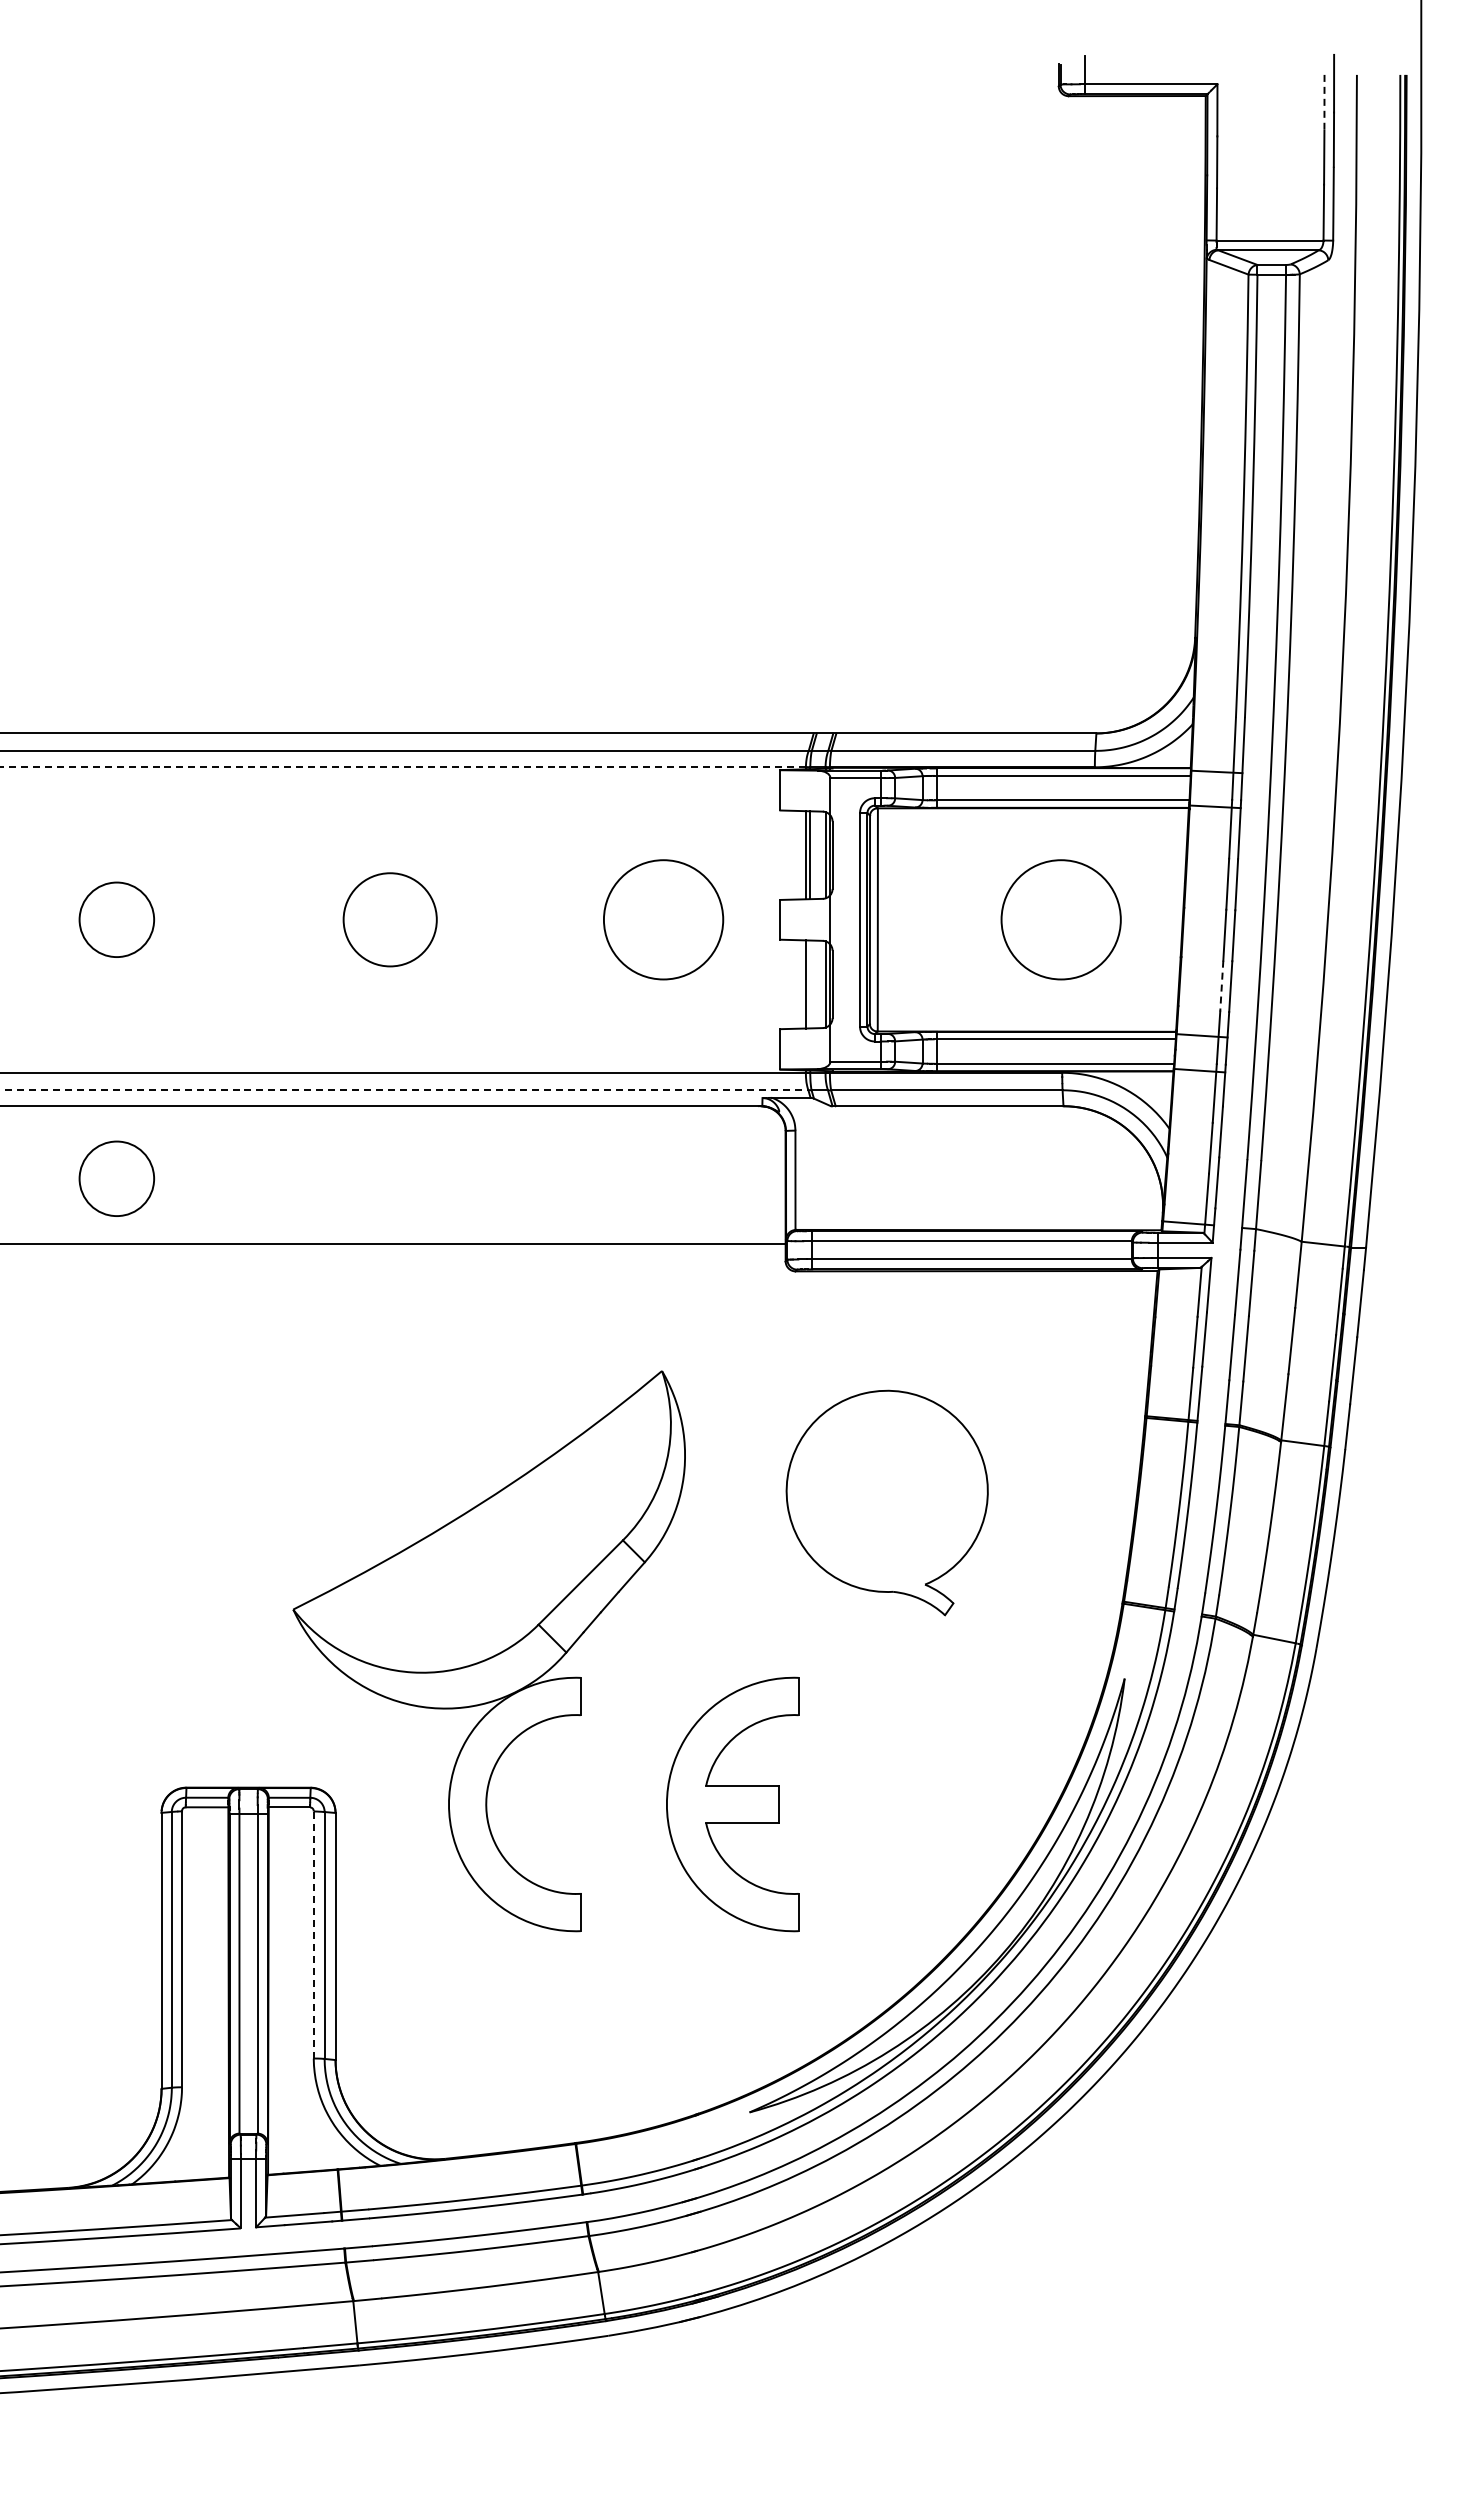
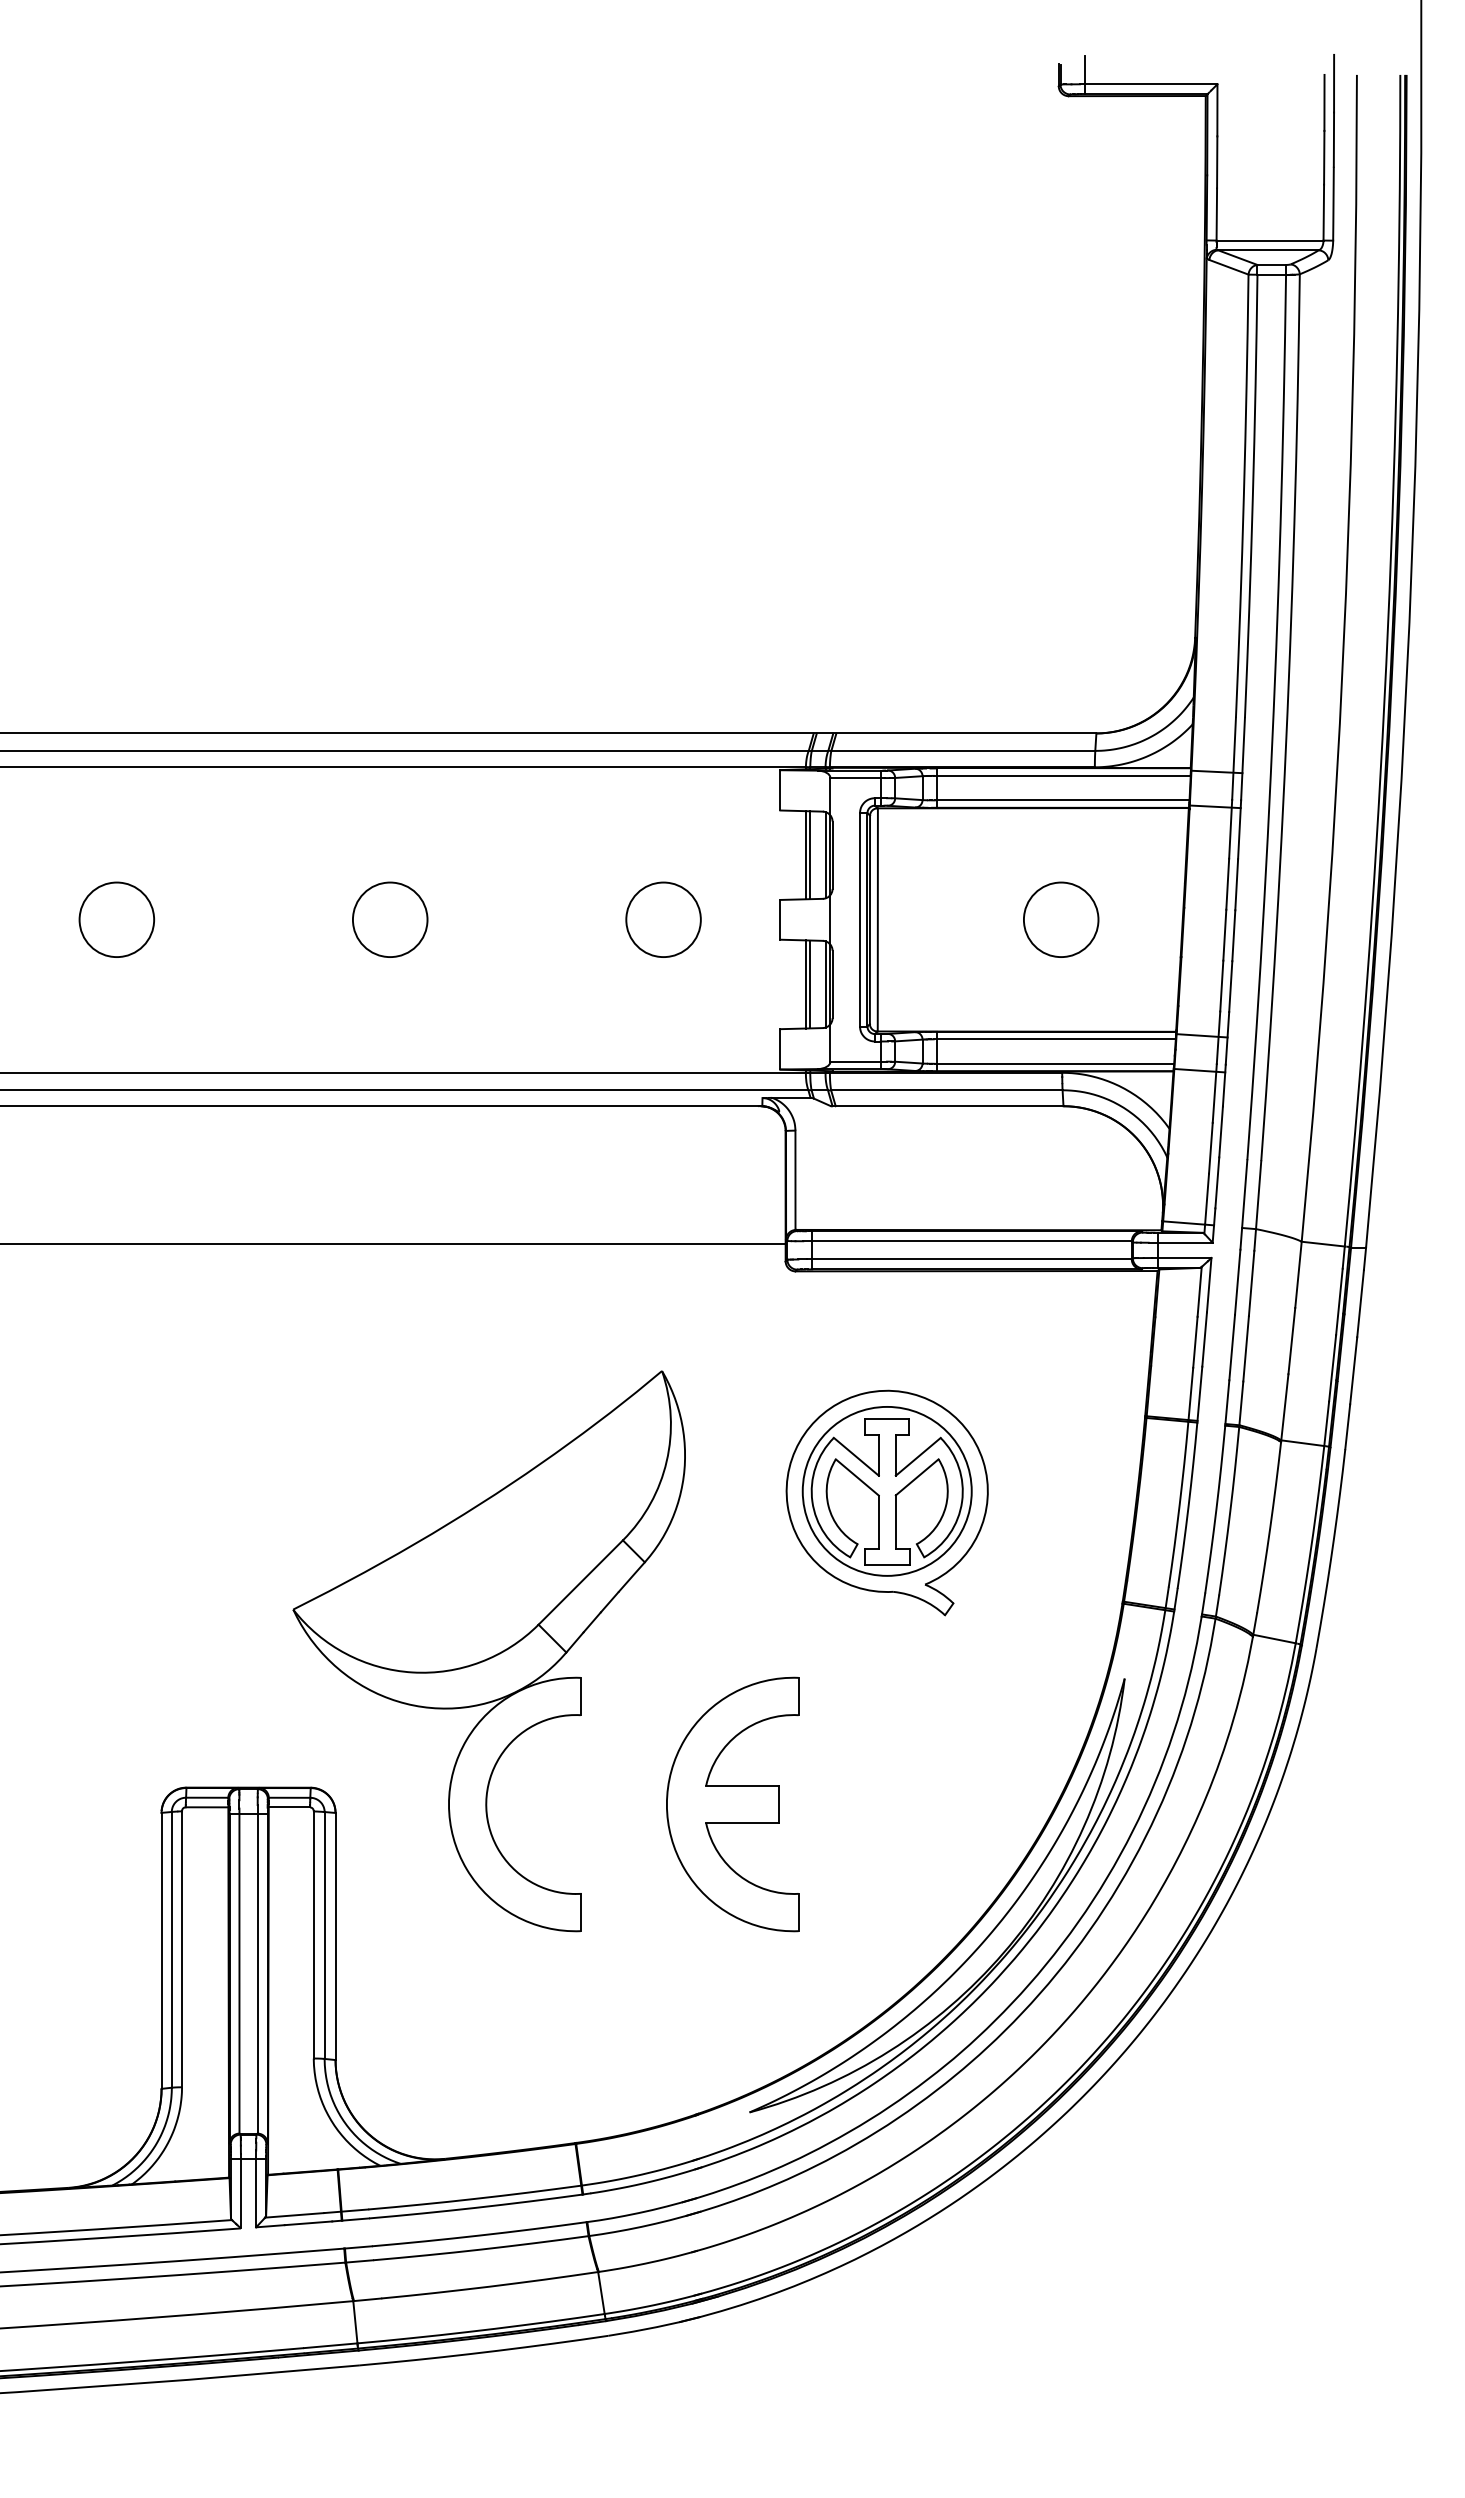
line at (1324, 103): dashed -> solid
line at (403, 767): dashed -> solid
circle at (389, 919) diameter: 93 px -> 75 px
circle at (663, 919) diameter: 119 px -> 75 px
circle at (1060, 919) diameter: 119 px -> 75 px
line at (810, 984): none -> present
line at (1221, 986): dashed -> solid
line at (404, 1090): dashed -> solid
circle at (116, 1178): present -> none
part at (886, 1491): none -> present
line at (313, 1935): dashed -> solid
